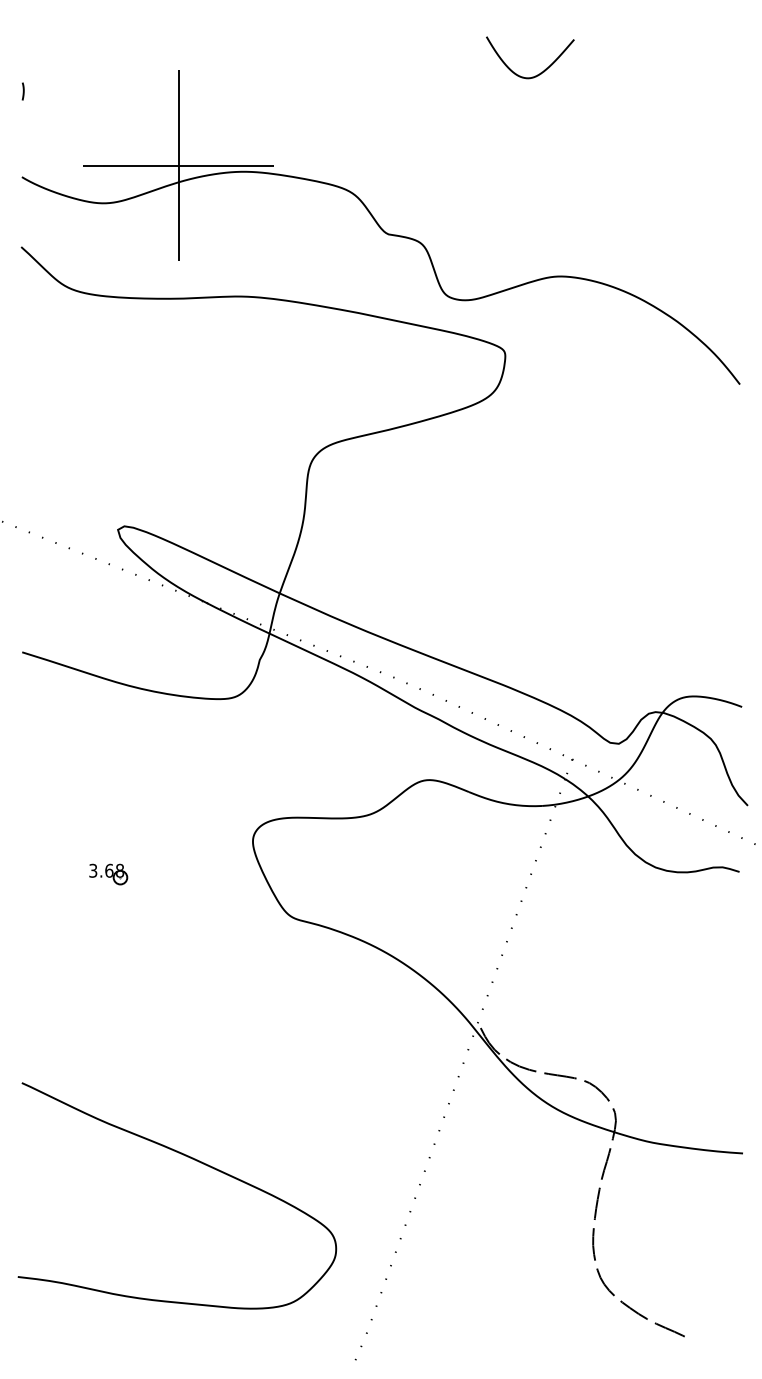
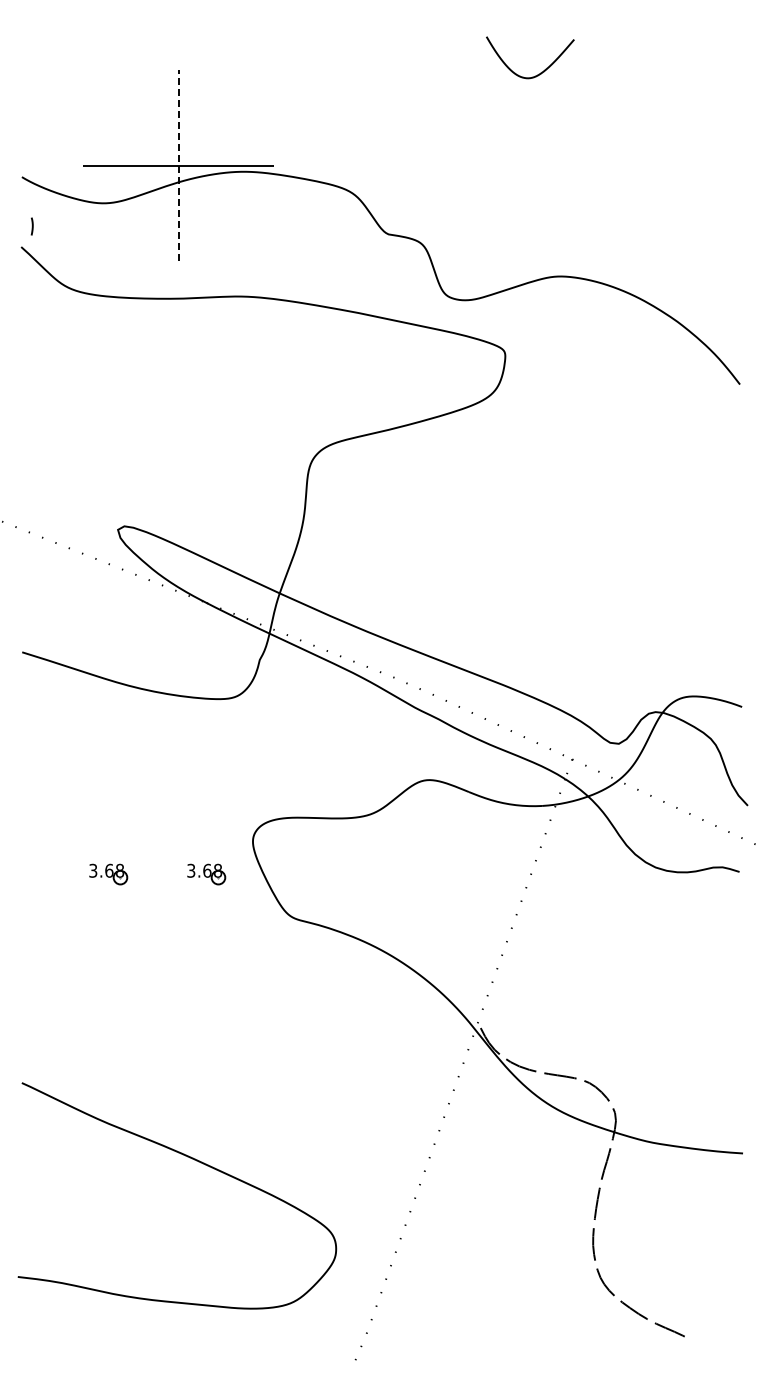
line at (22, 91) position: (22, 91) -> (31, 226)
line at (178, 165): solid -> dashed
part at (206, 874): none -> present
